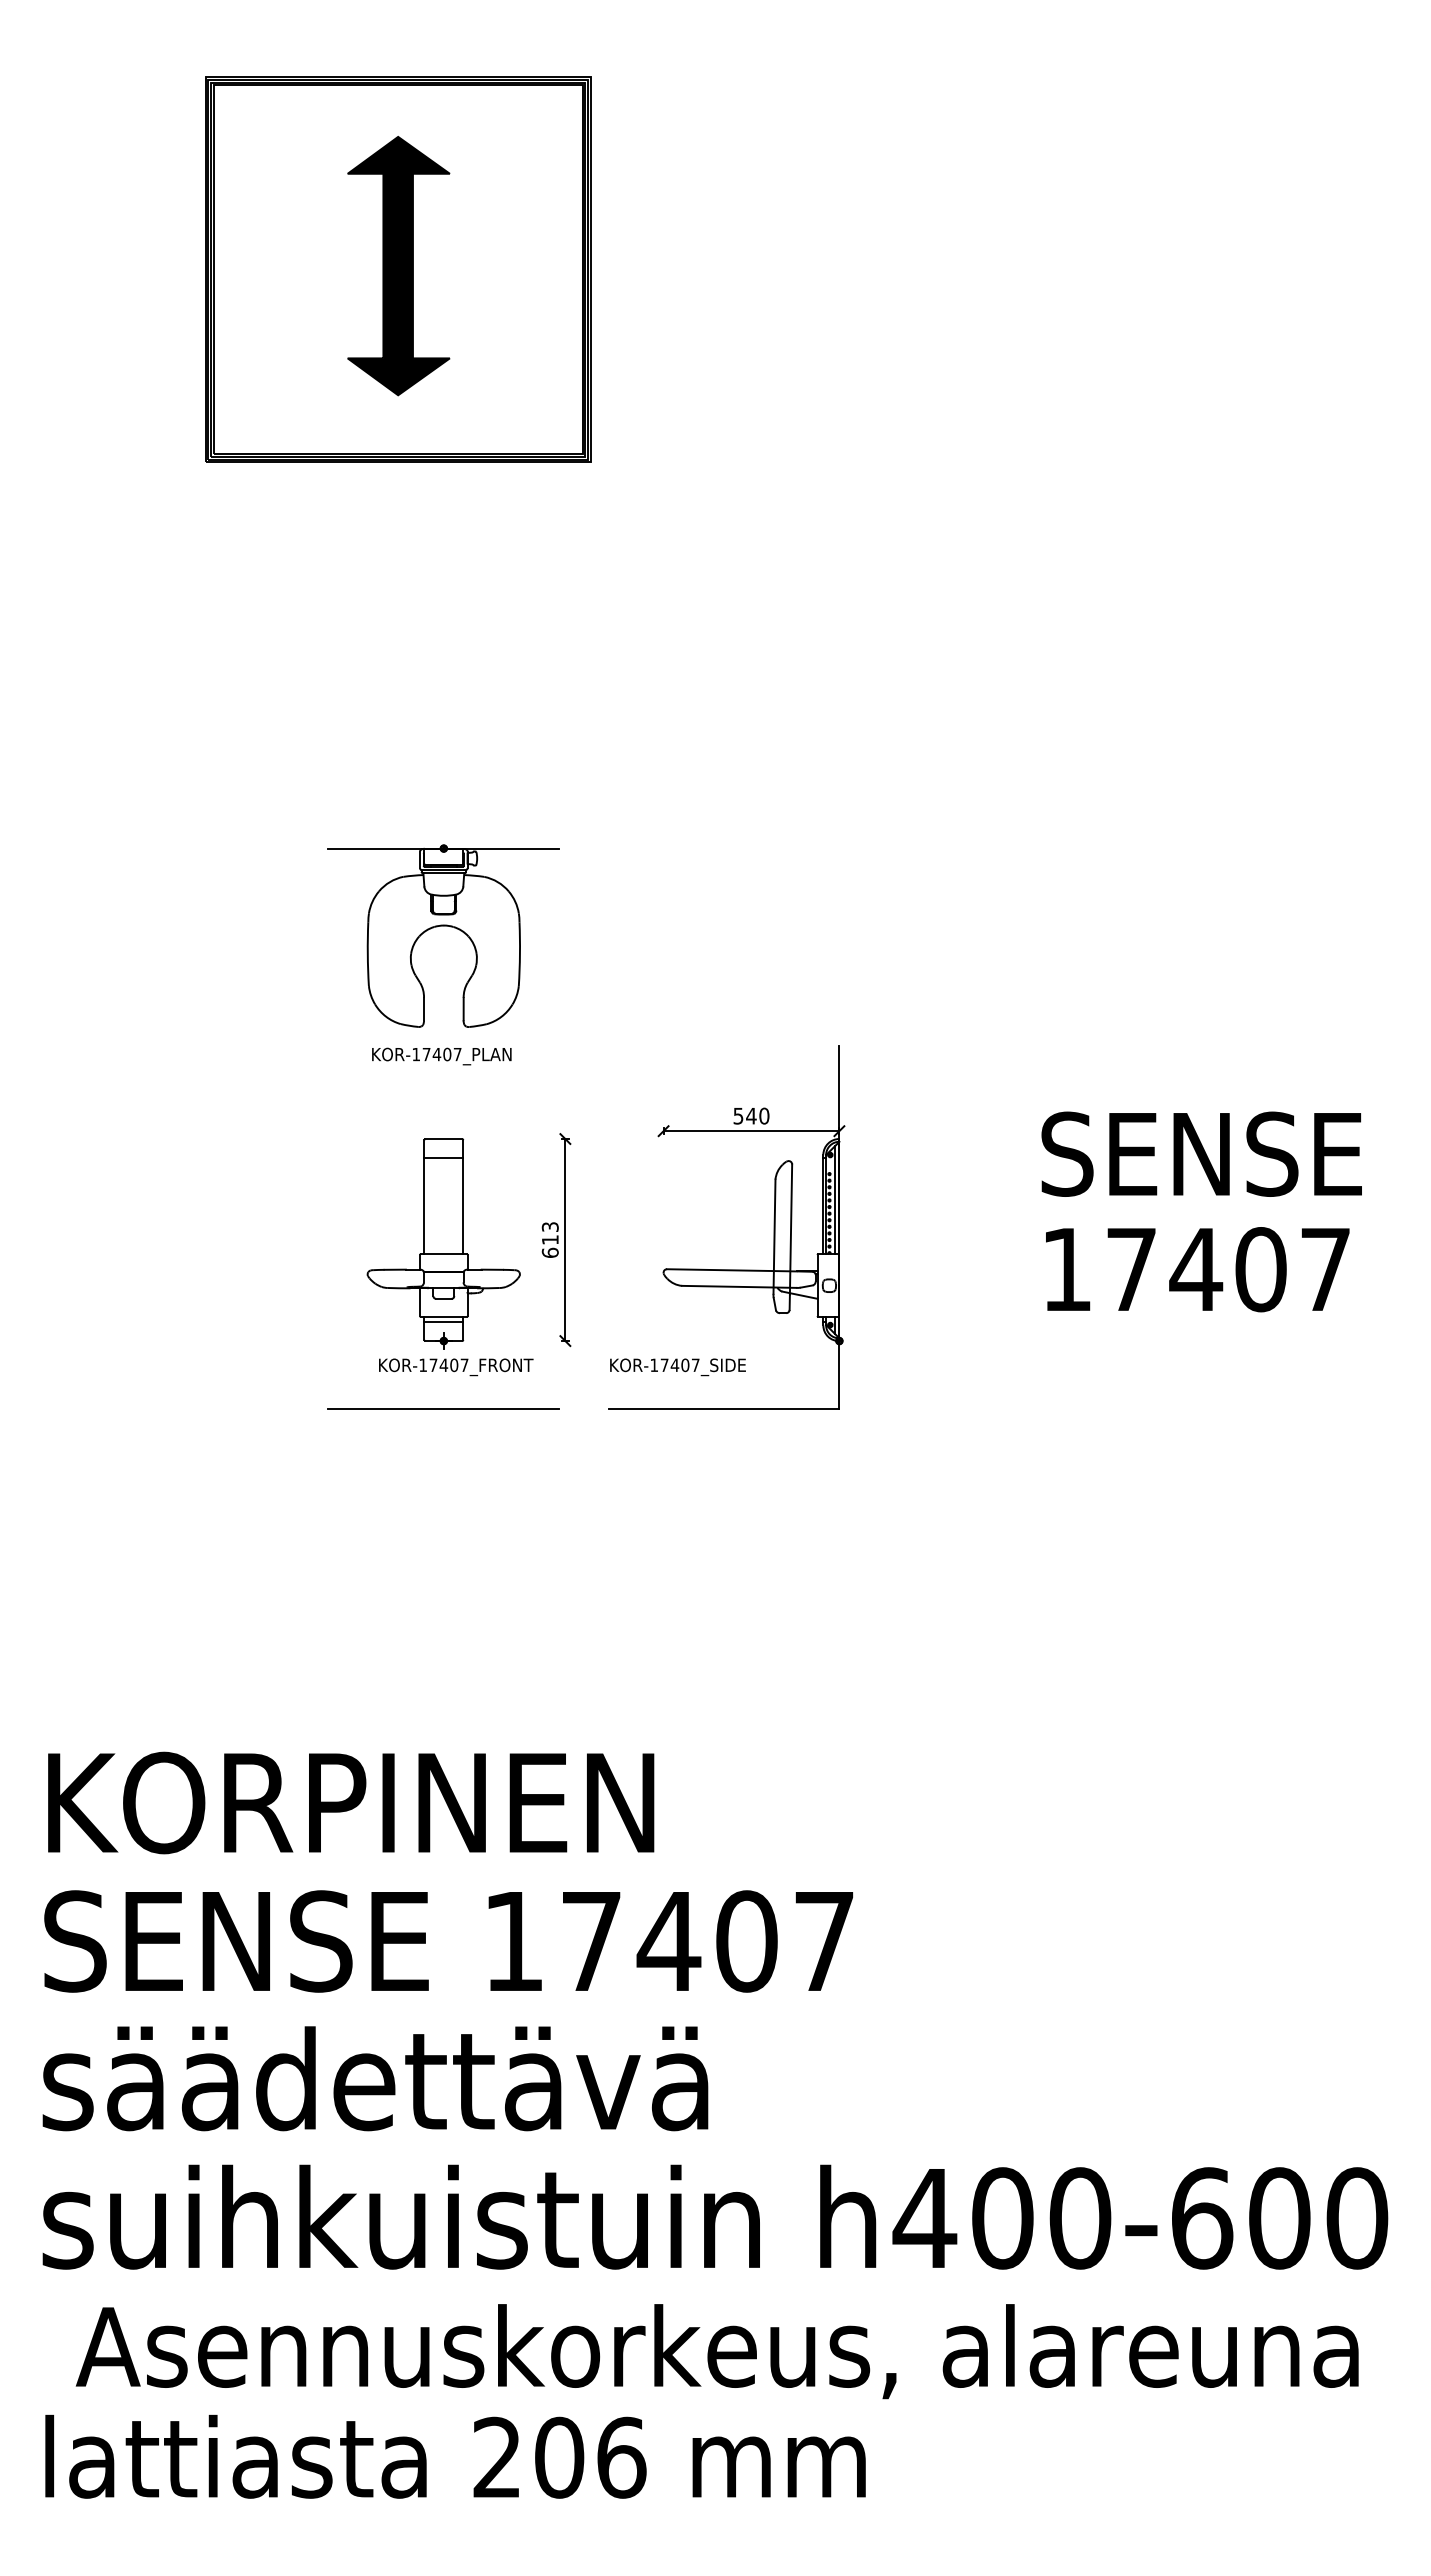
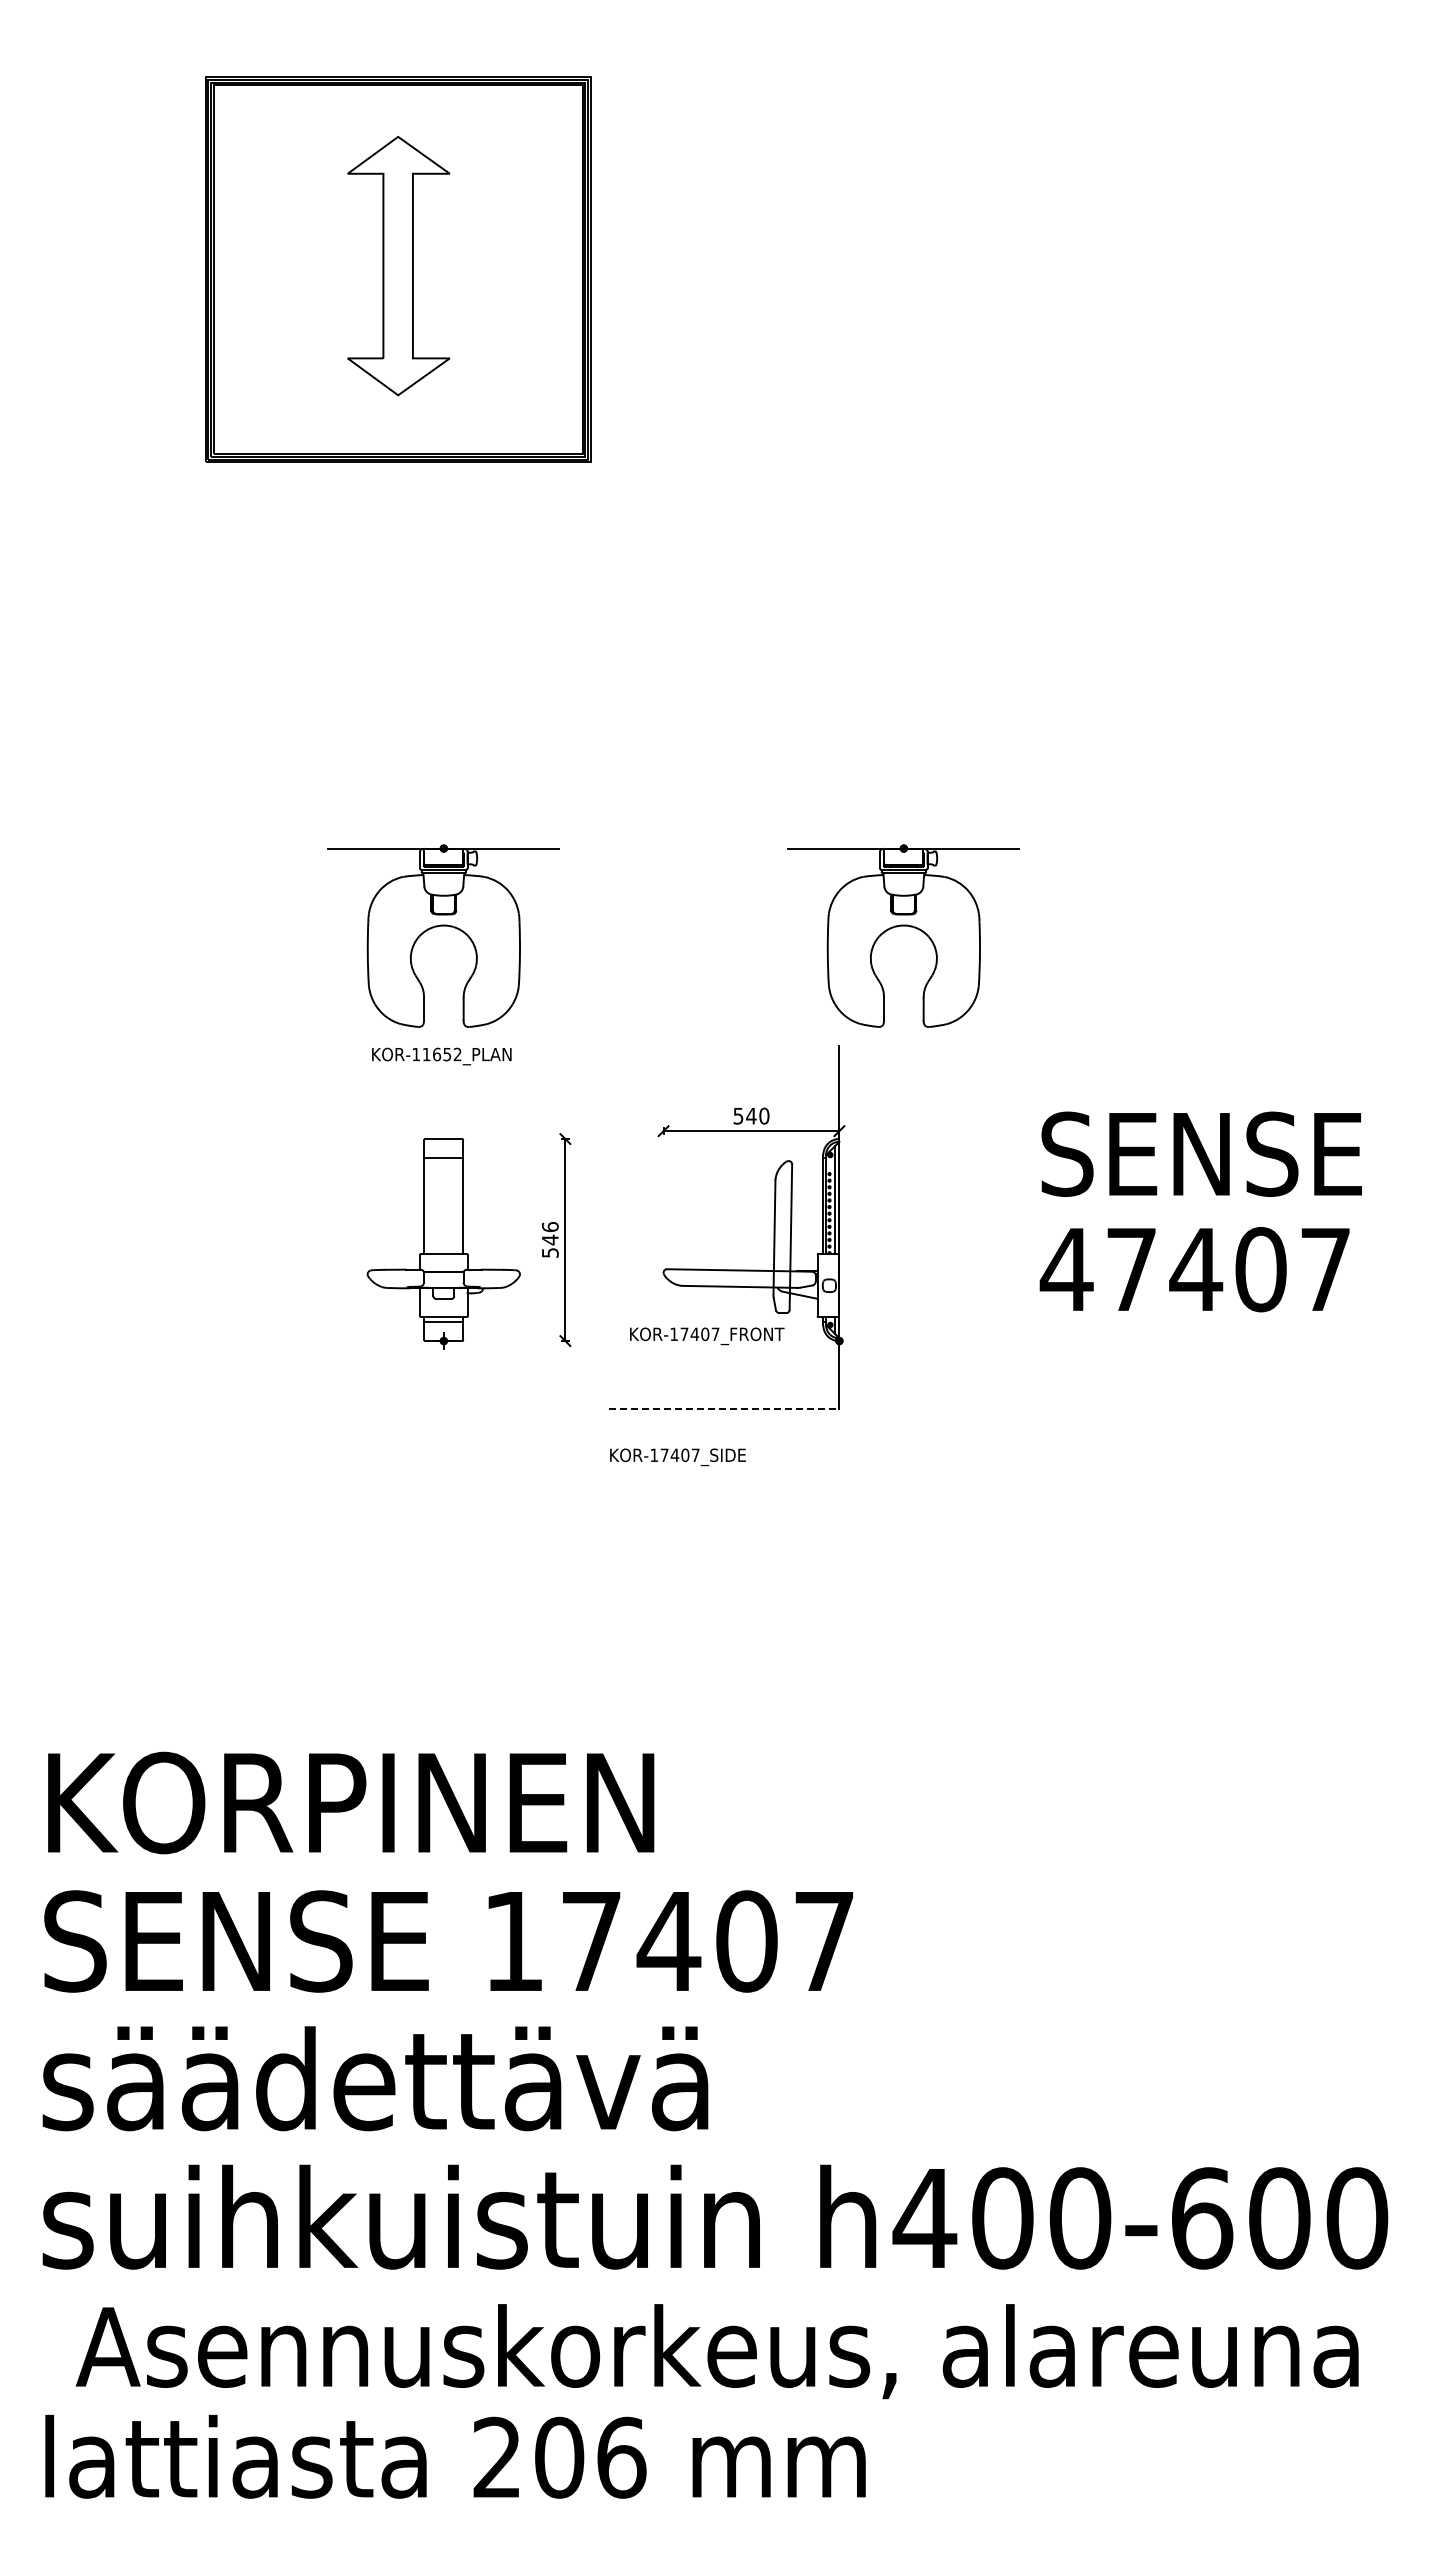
fill at (398, 265): present -> none
part at (903, 926): none -> present
text at (441, 1054): KOR-17407_PLAN -> KOR-11652_PLAN
text at (549, 1239): 613 -> 546
text at (1066, 1269): 17407 -> 47407
text at (456, 1367) position: (456, 1367) -> (707, 1336)
text at (677, 1367) position: (677, 1367) -> (677, 1457)
line at (443, 1408): present -> none
line at (724, 1408): solid -> dashed
